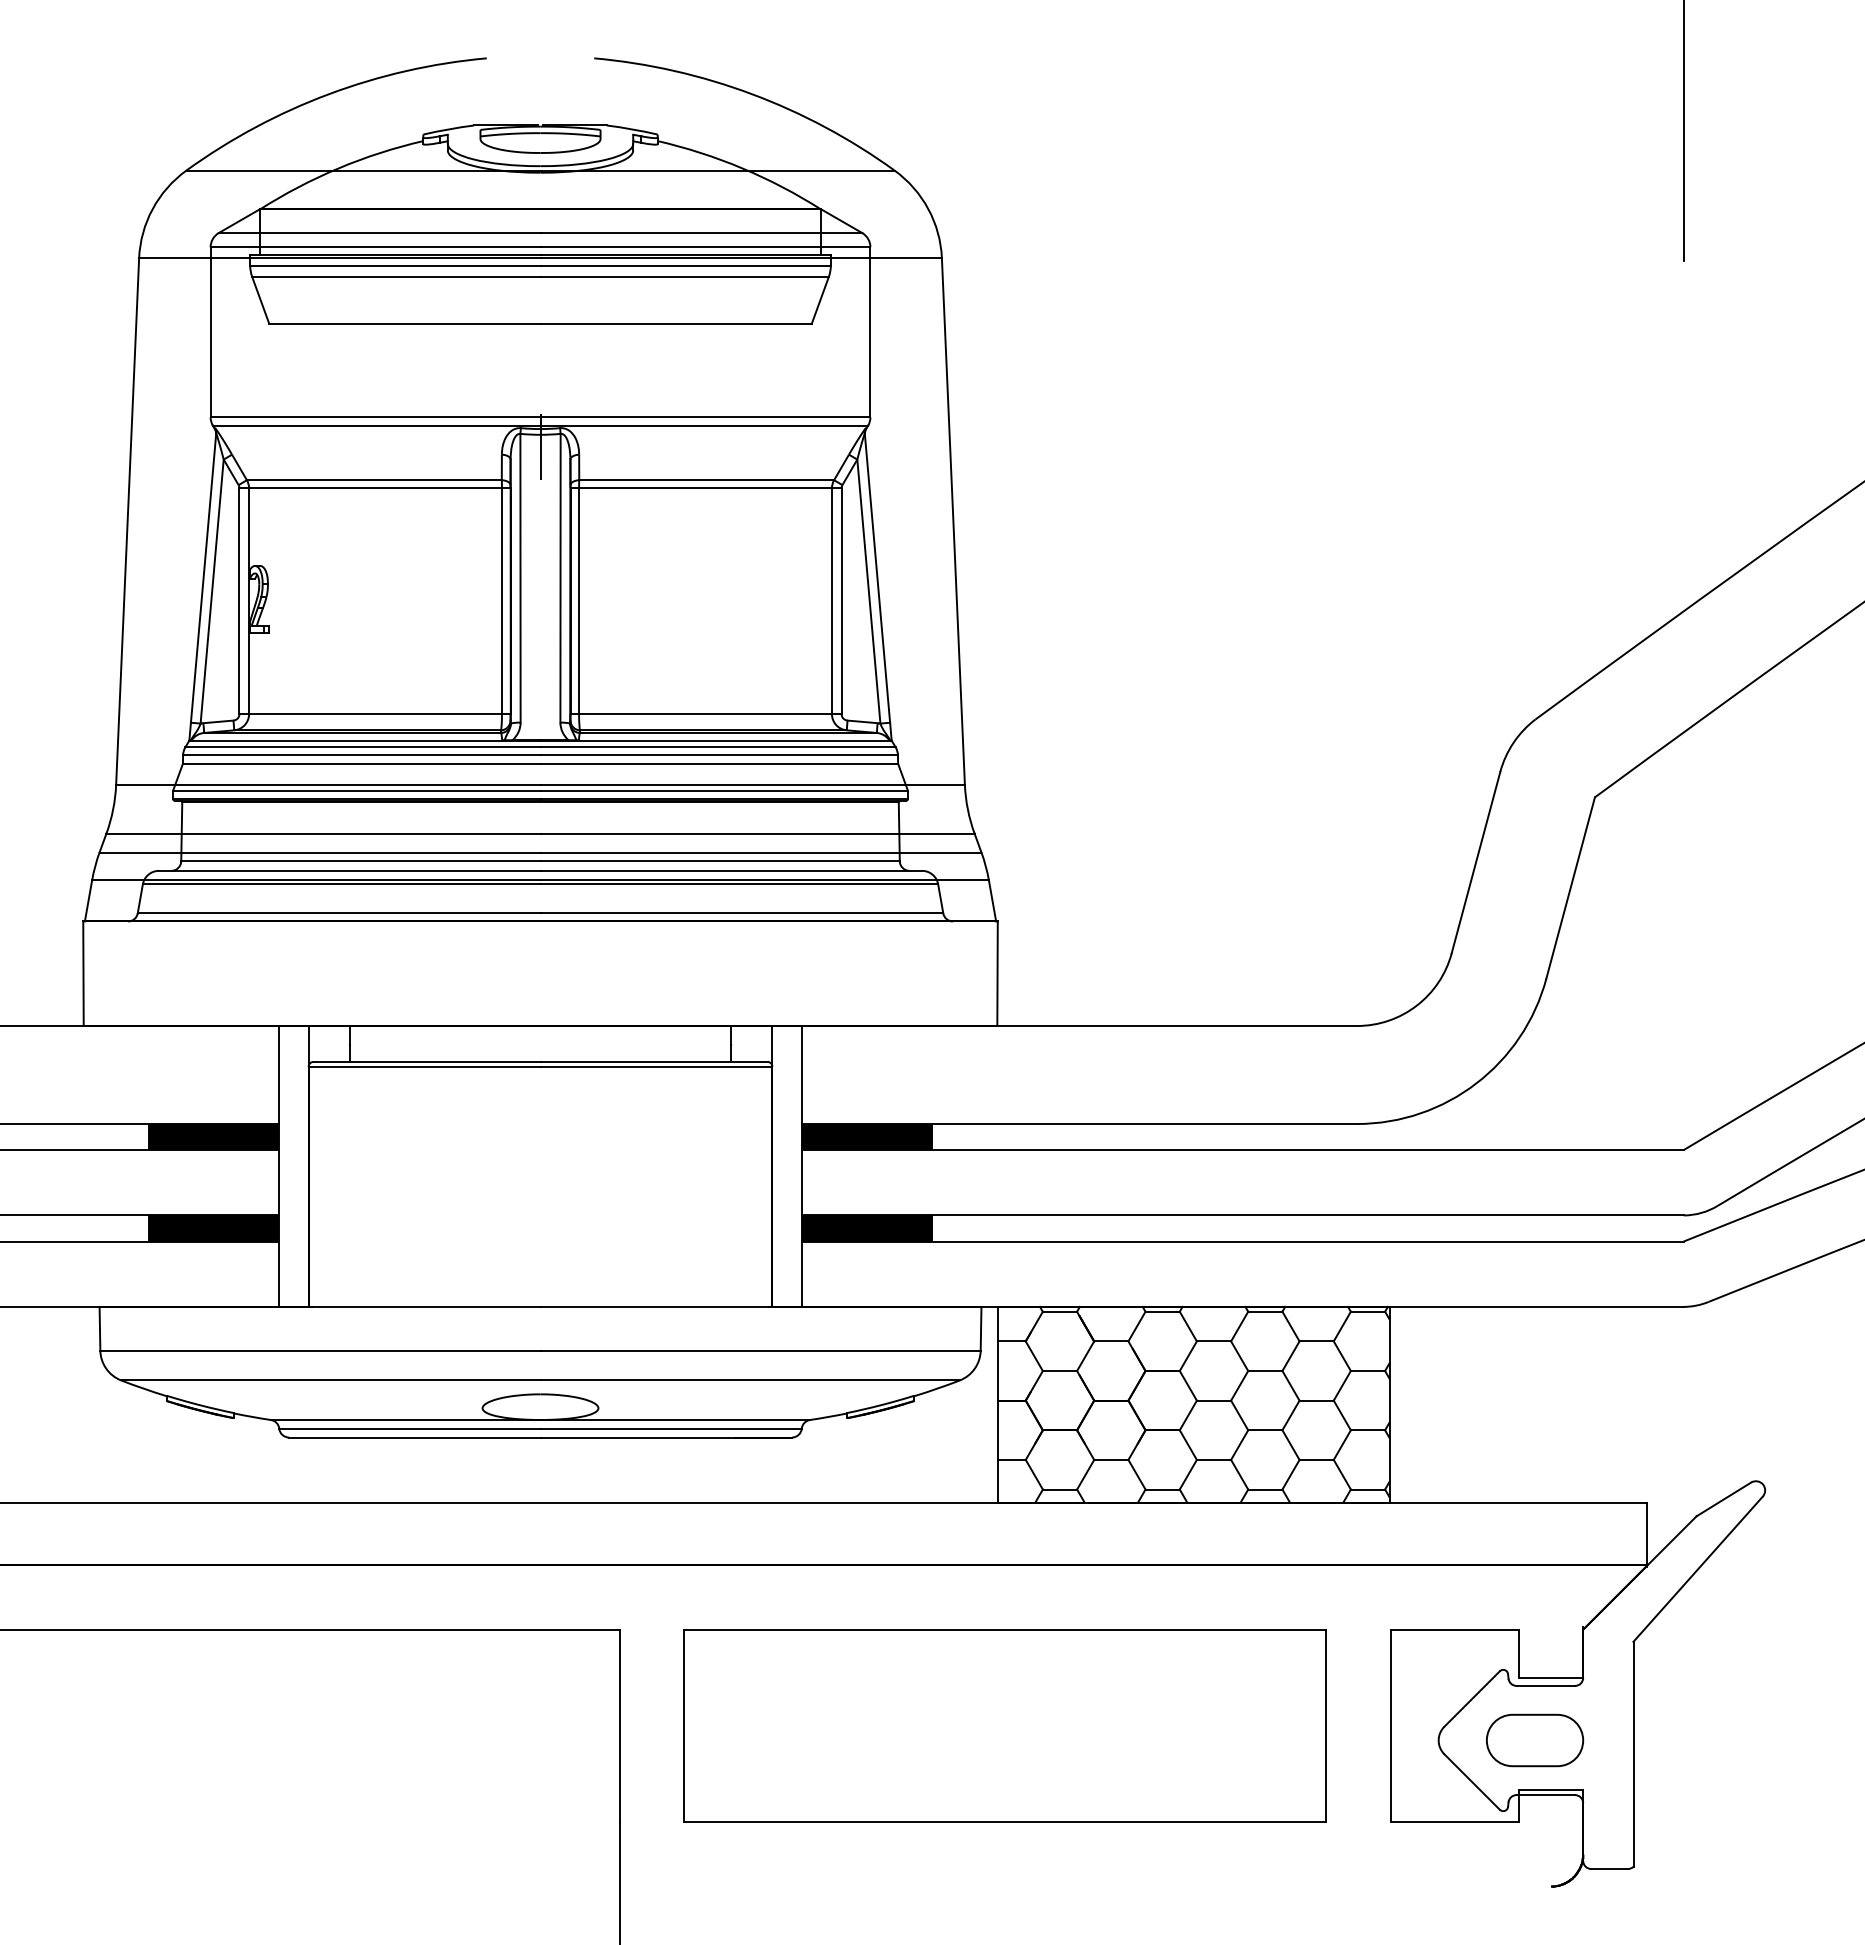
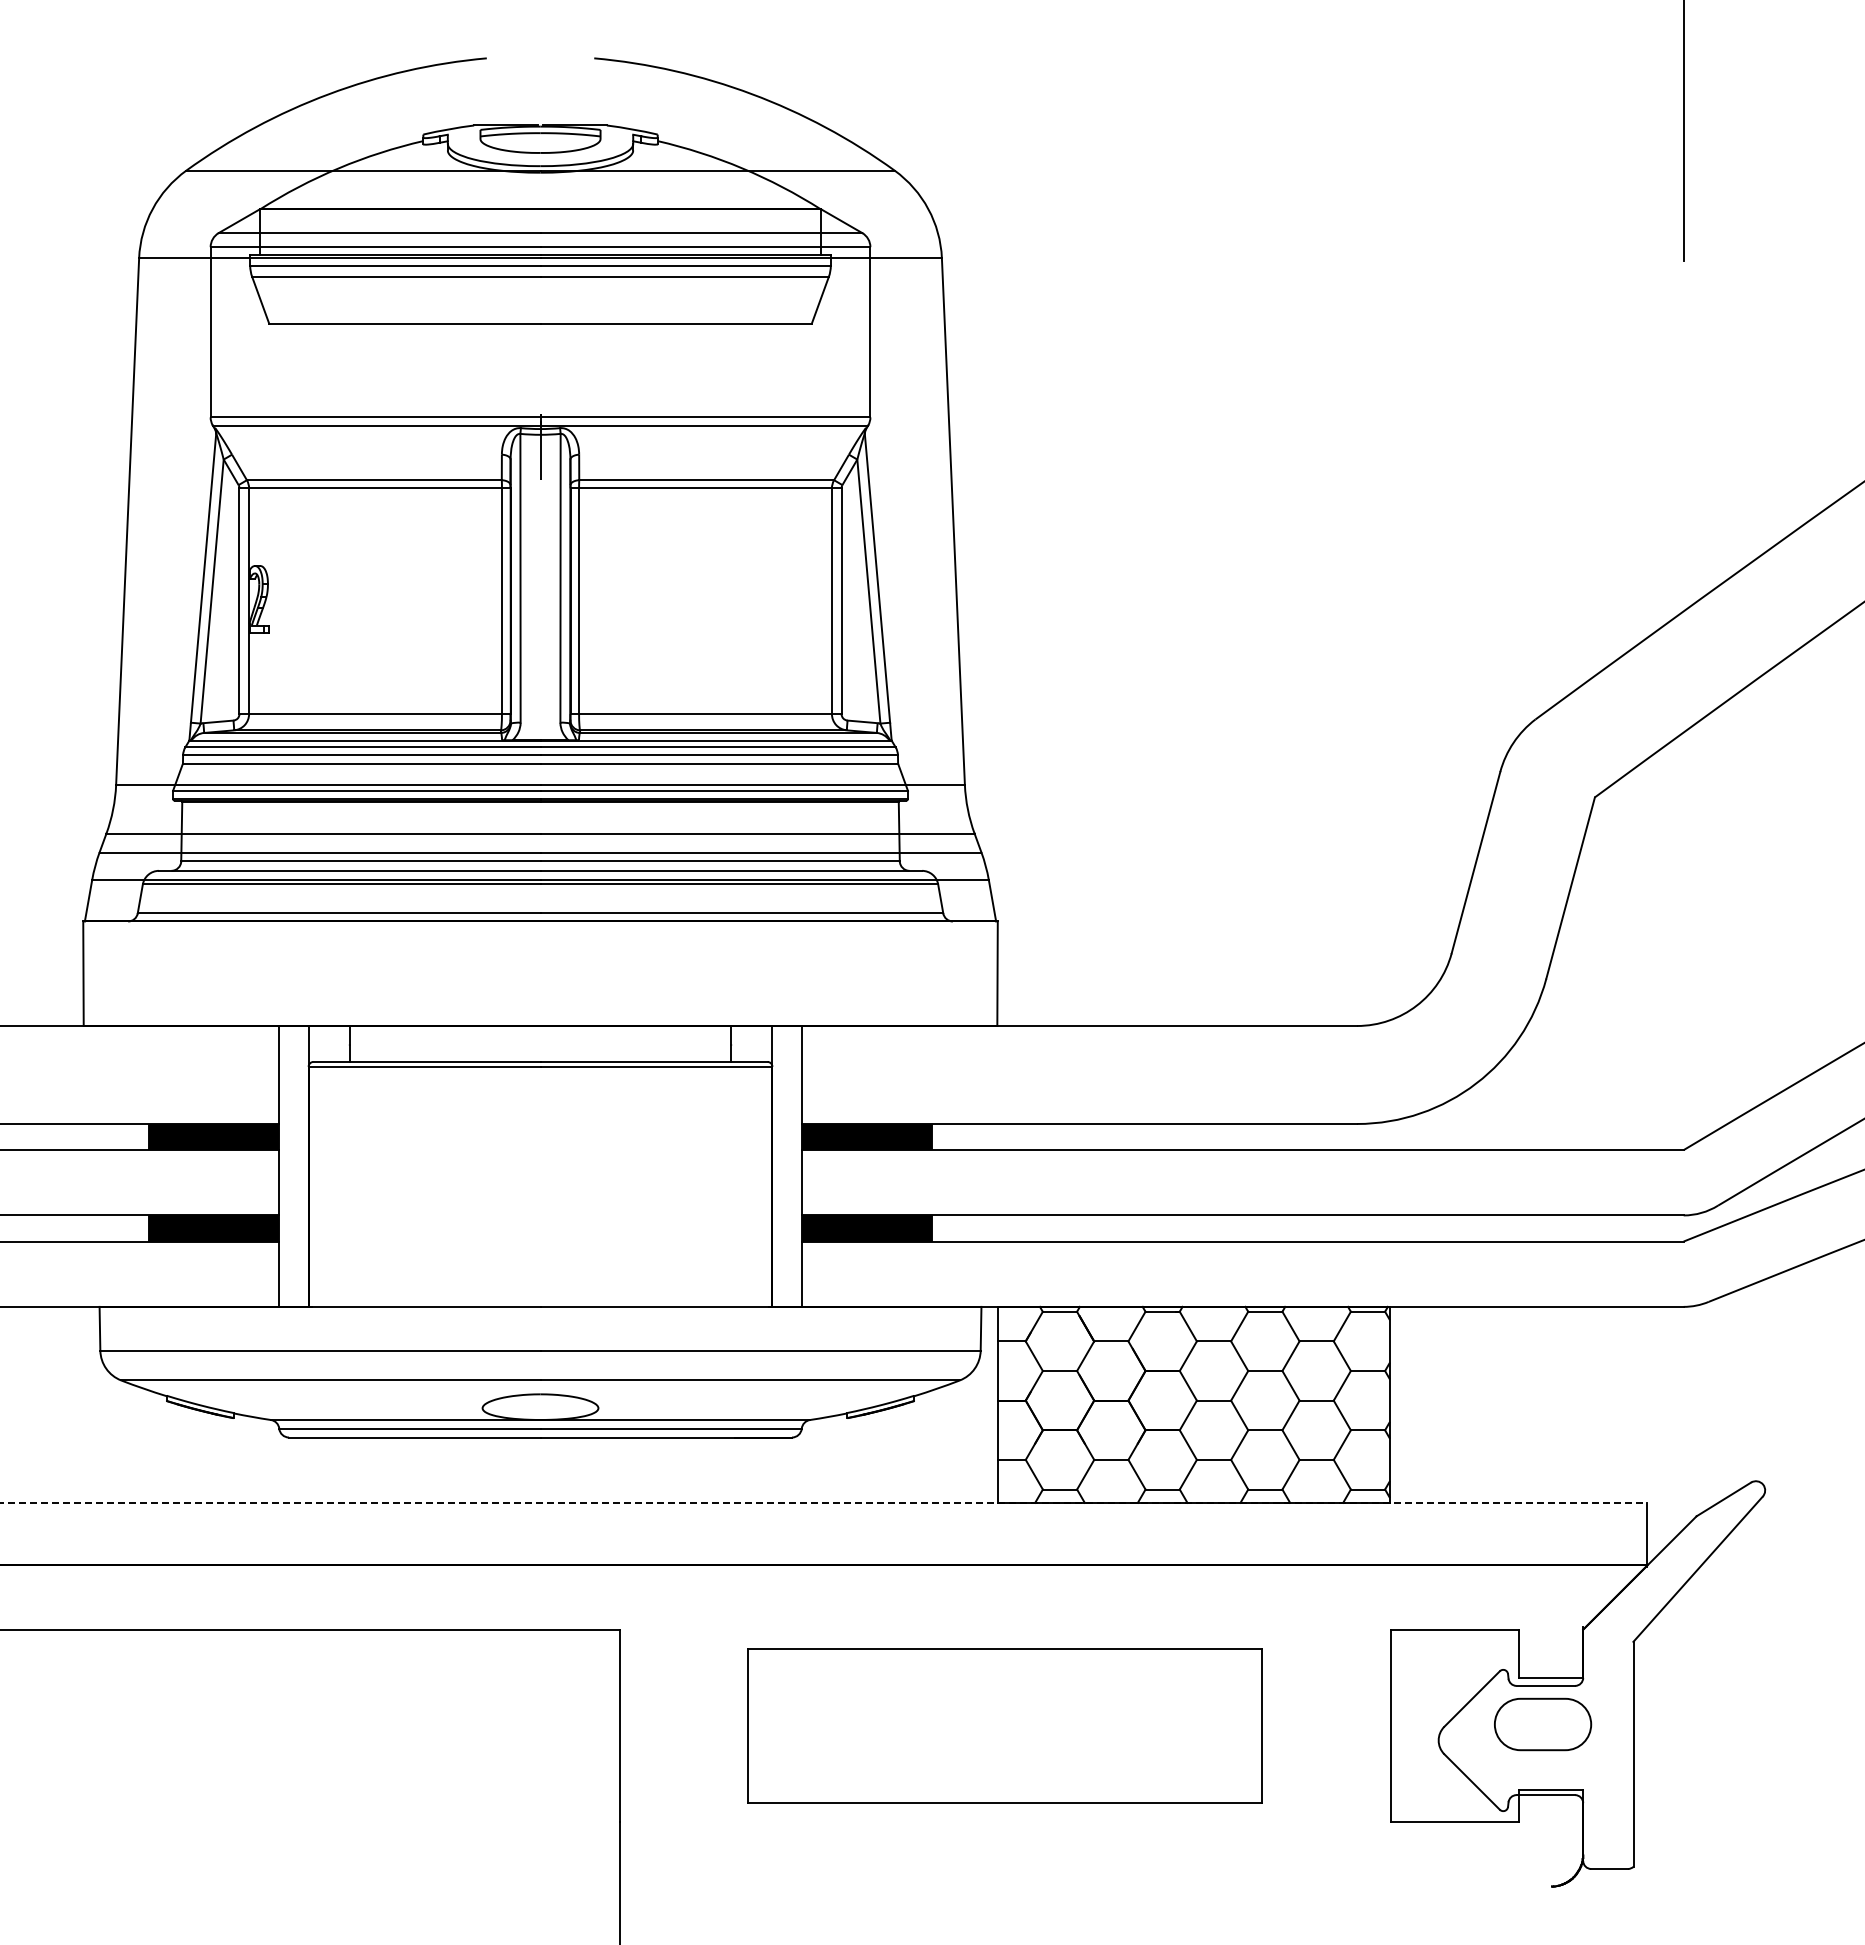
line at (824, 1502): solid -> dashed
part at (1004, 1725) size: 644x194 px -> 516x156 px
part at (1535, 1740) position: (1535, 1740) -> (1543, 1724)
